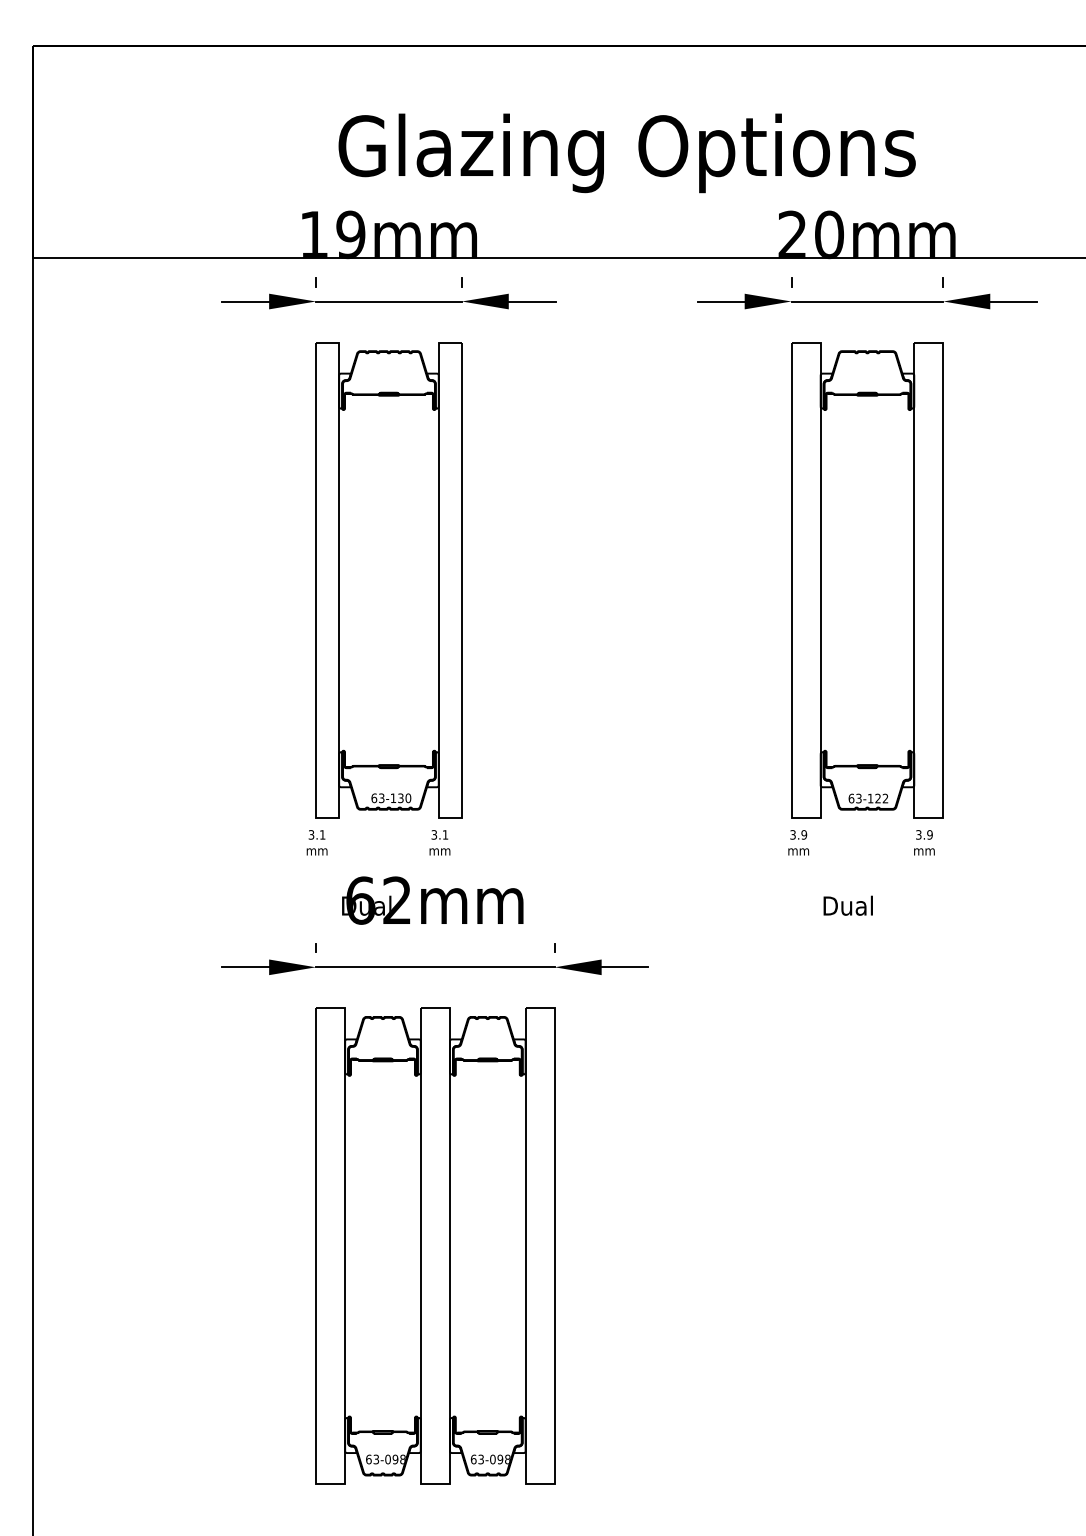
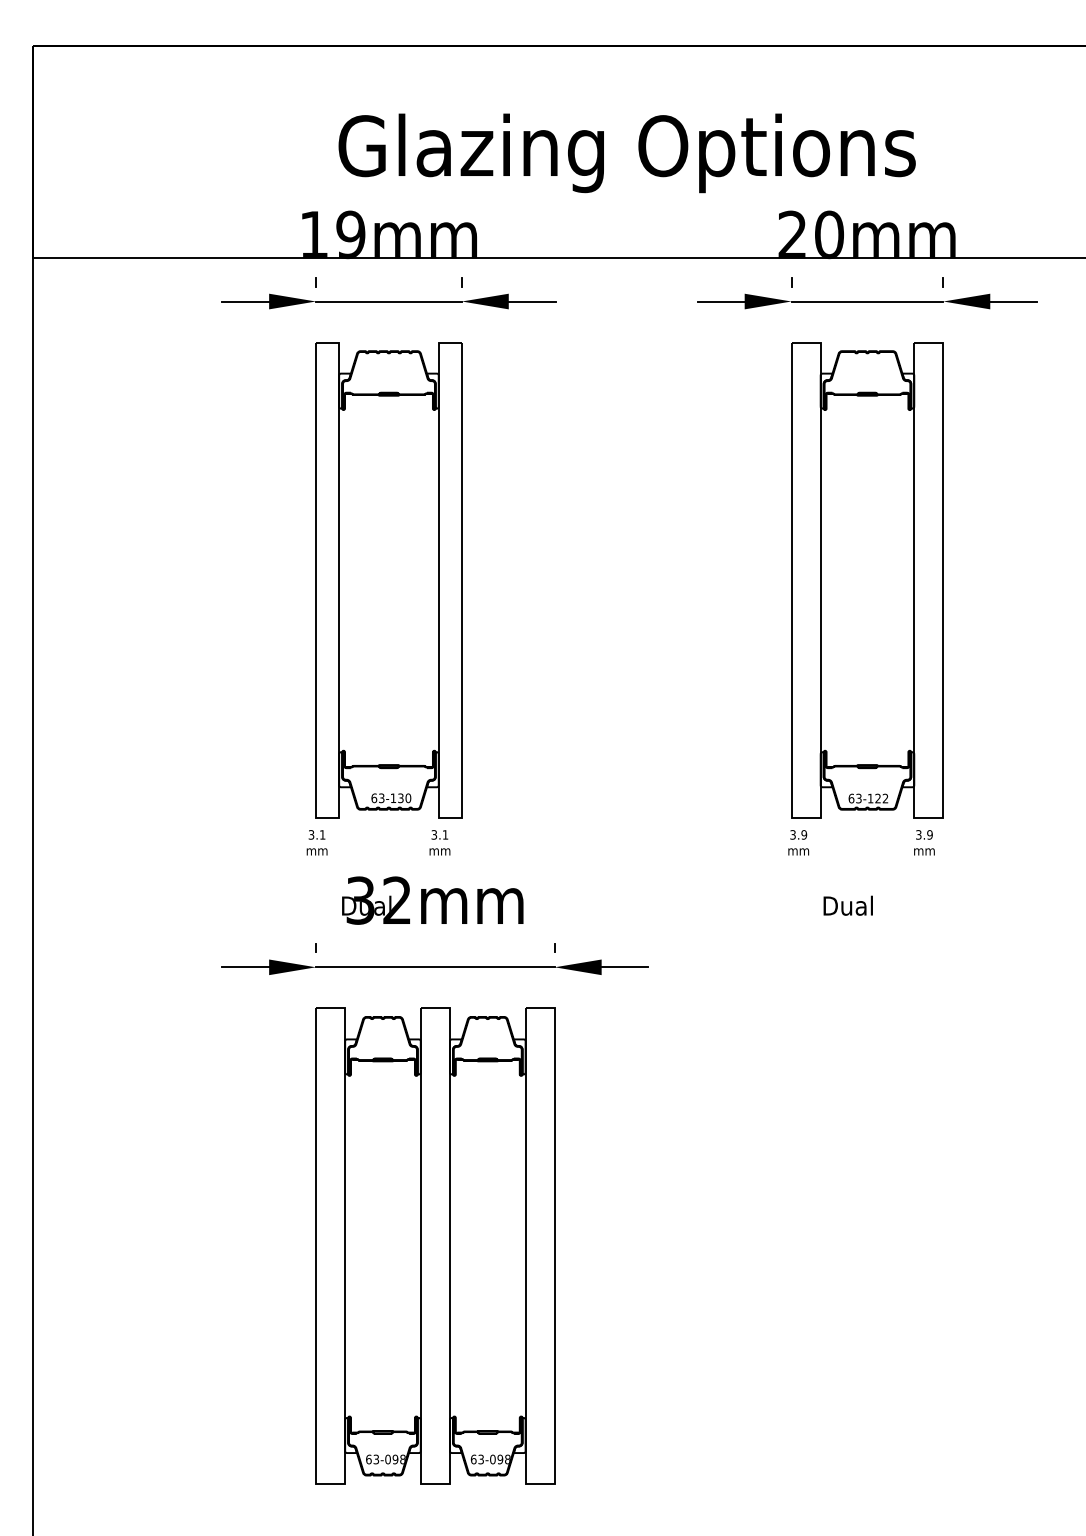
text at (360, 900): 62mm -> 32mm
